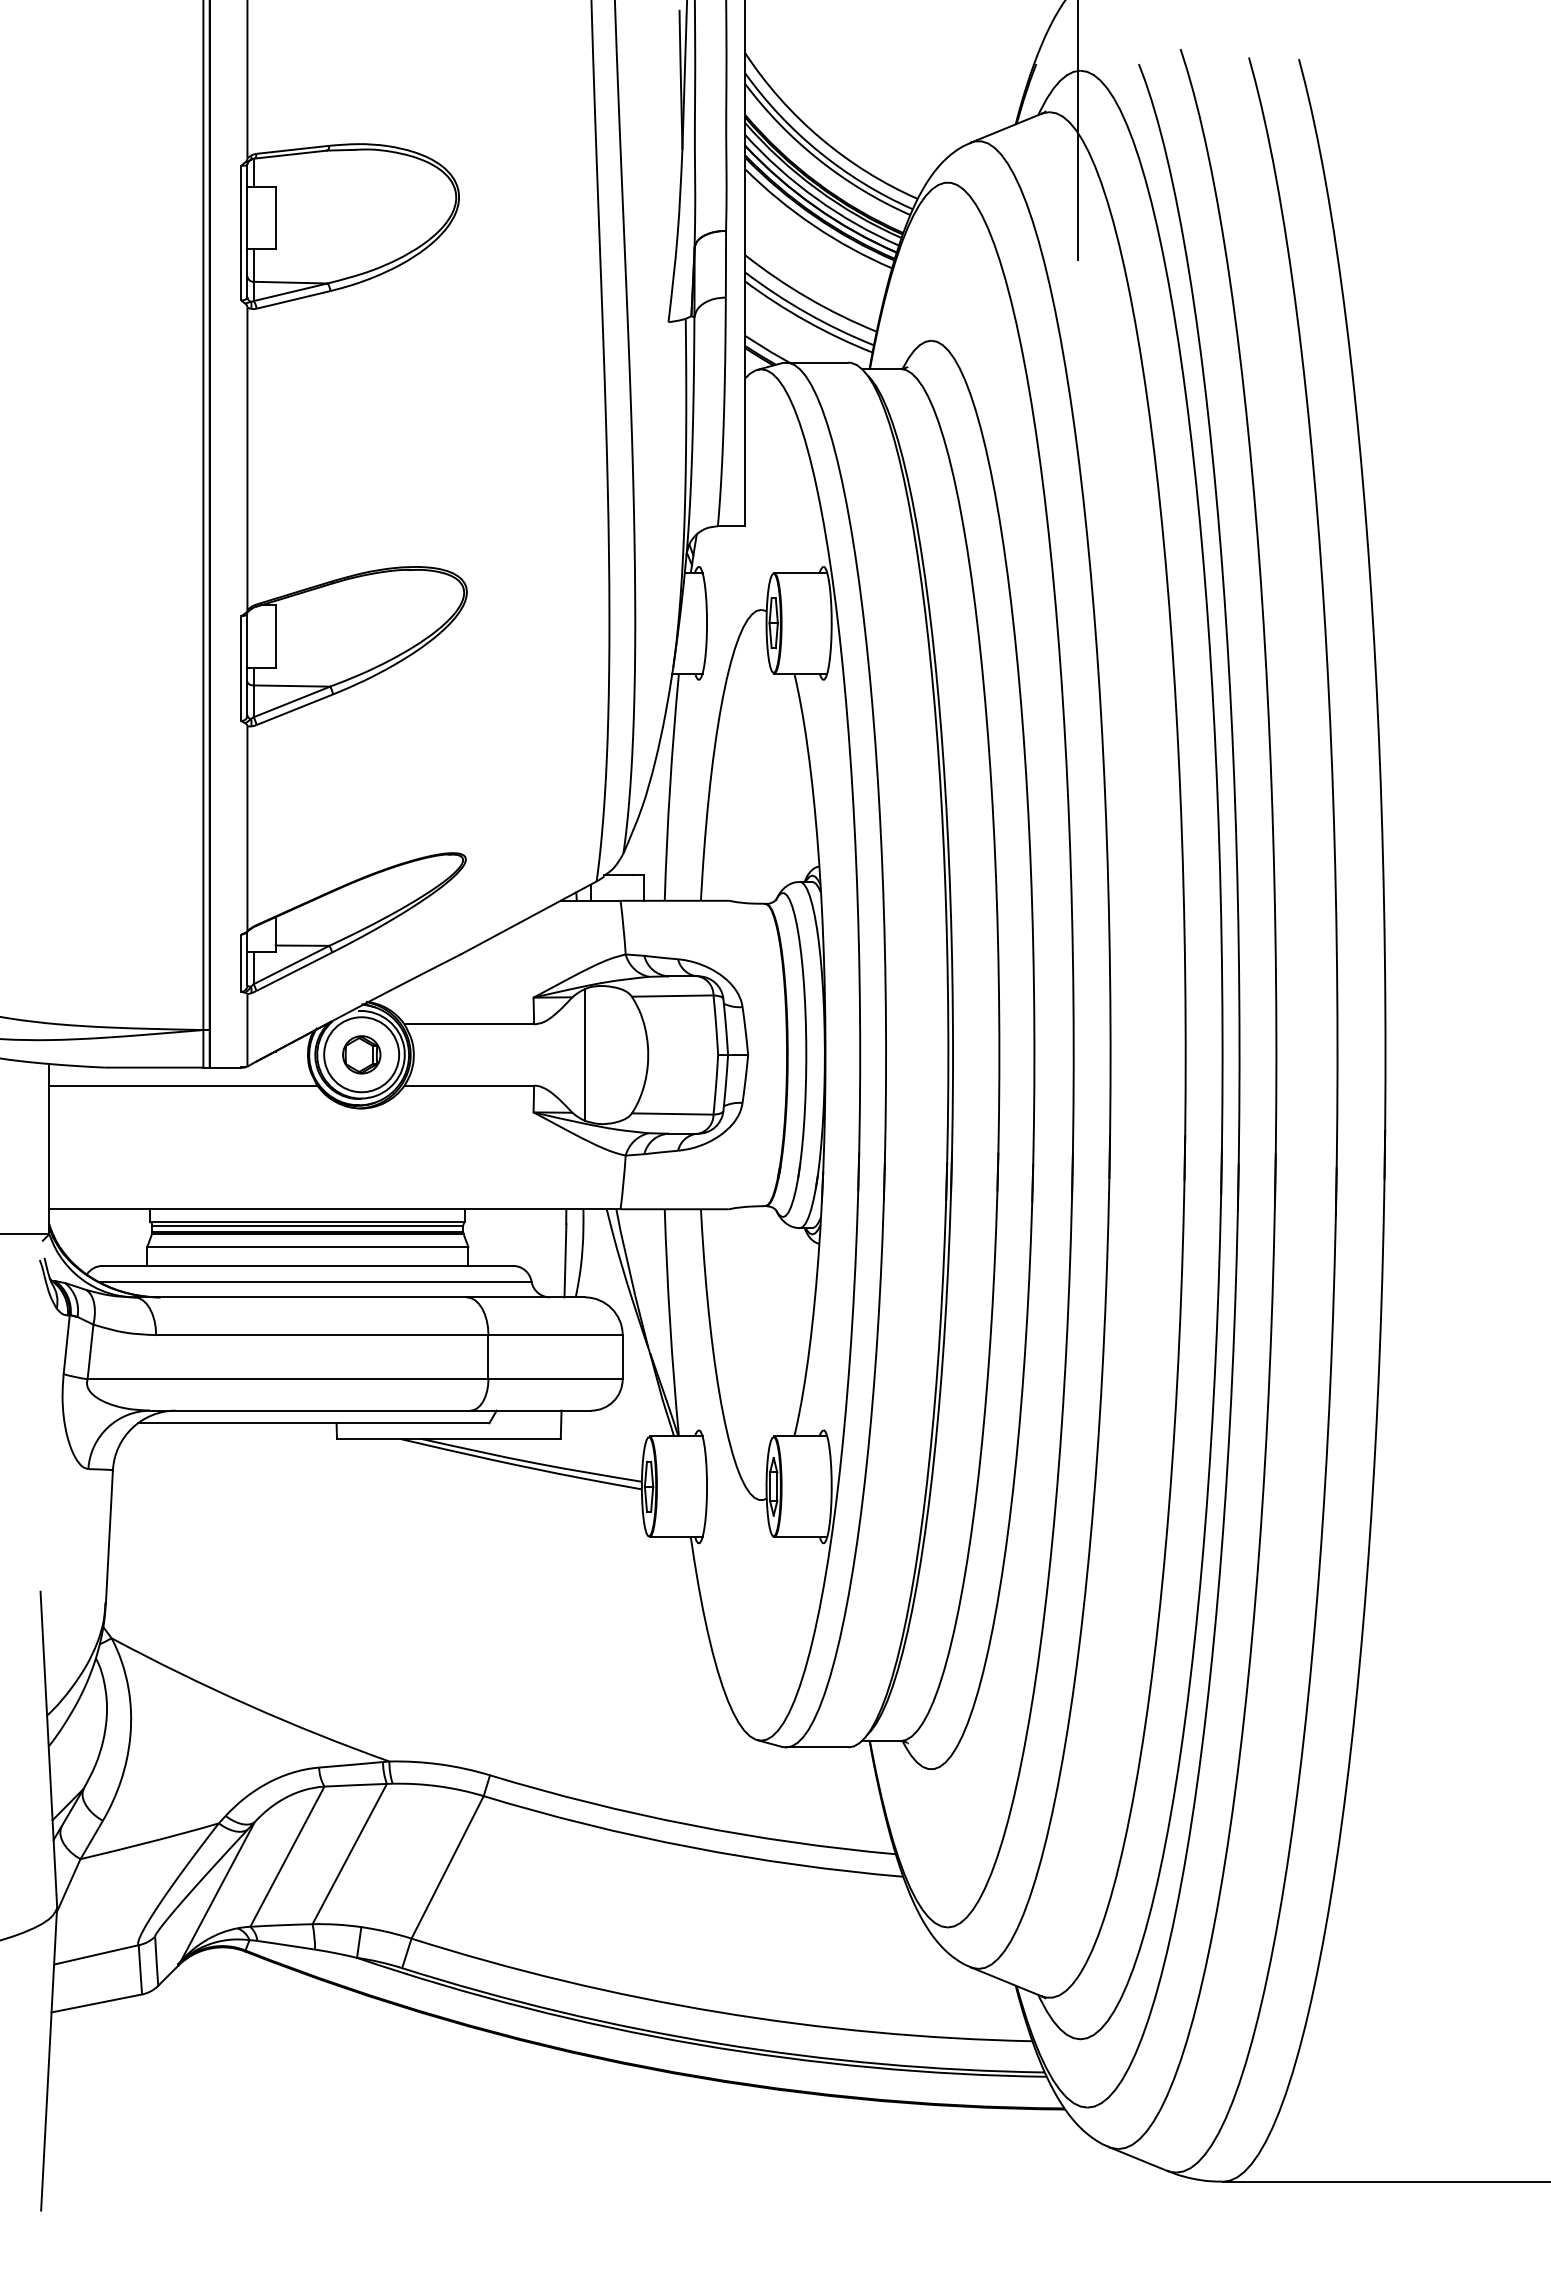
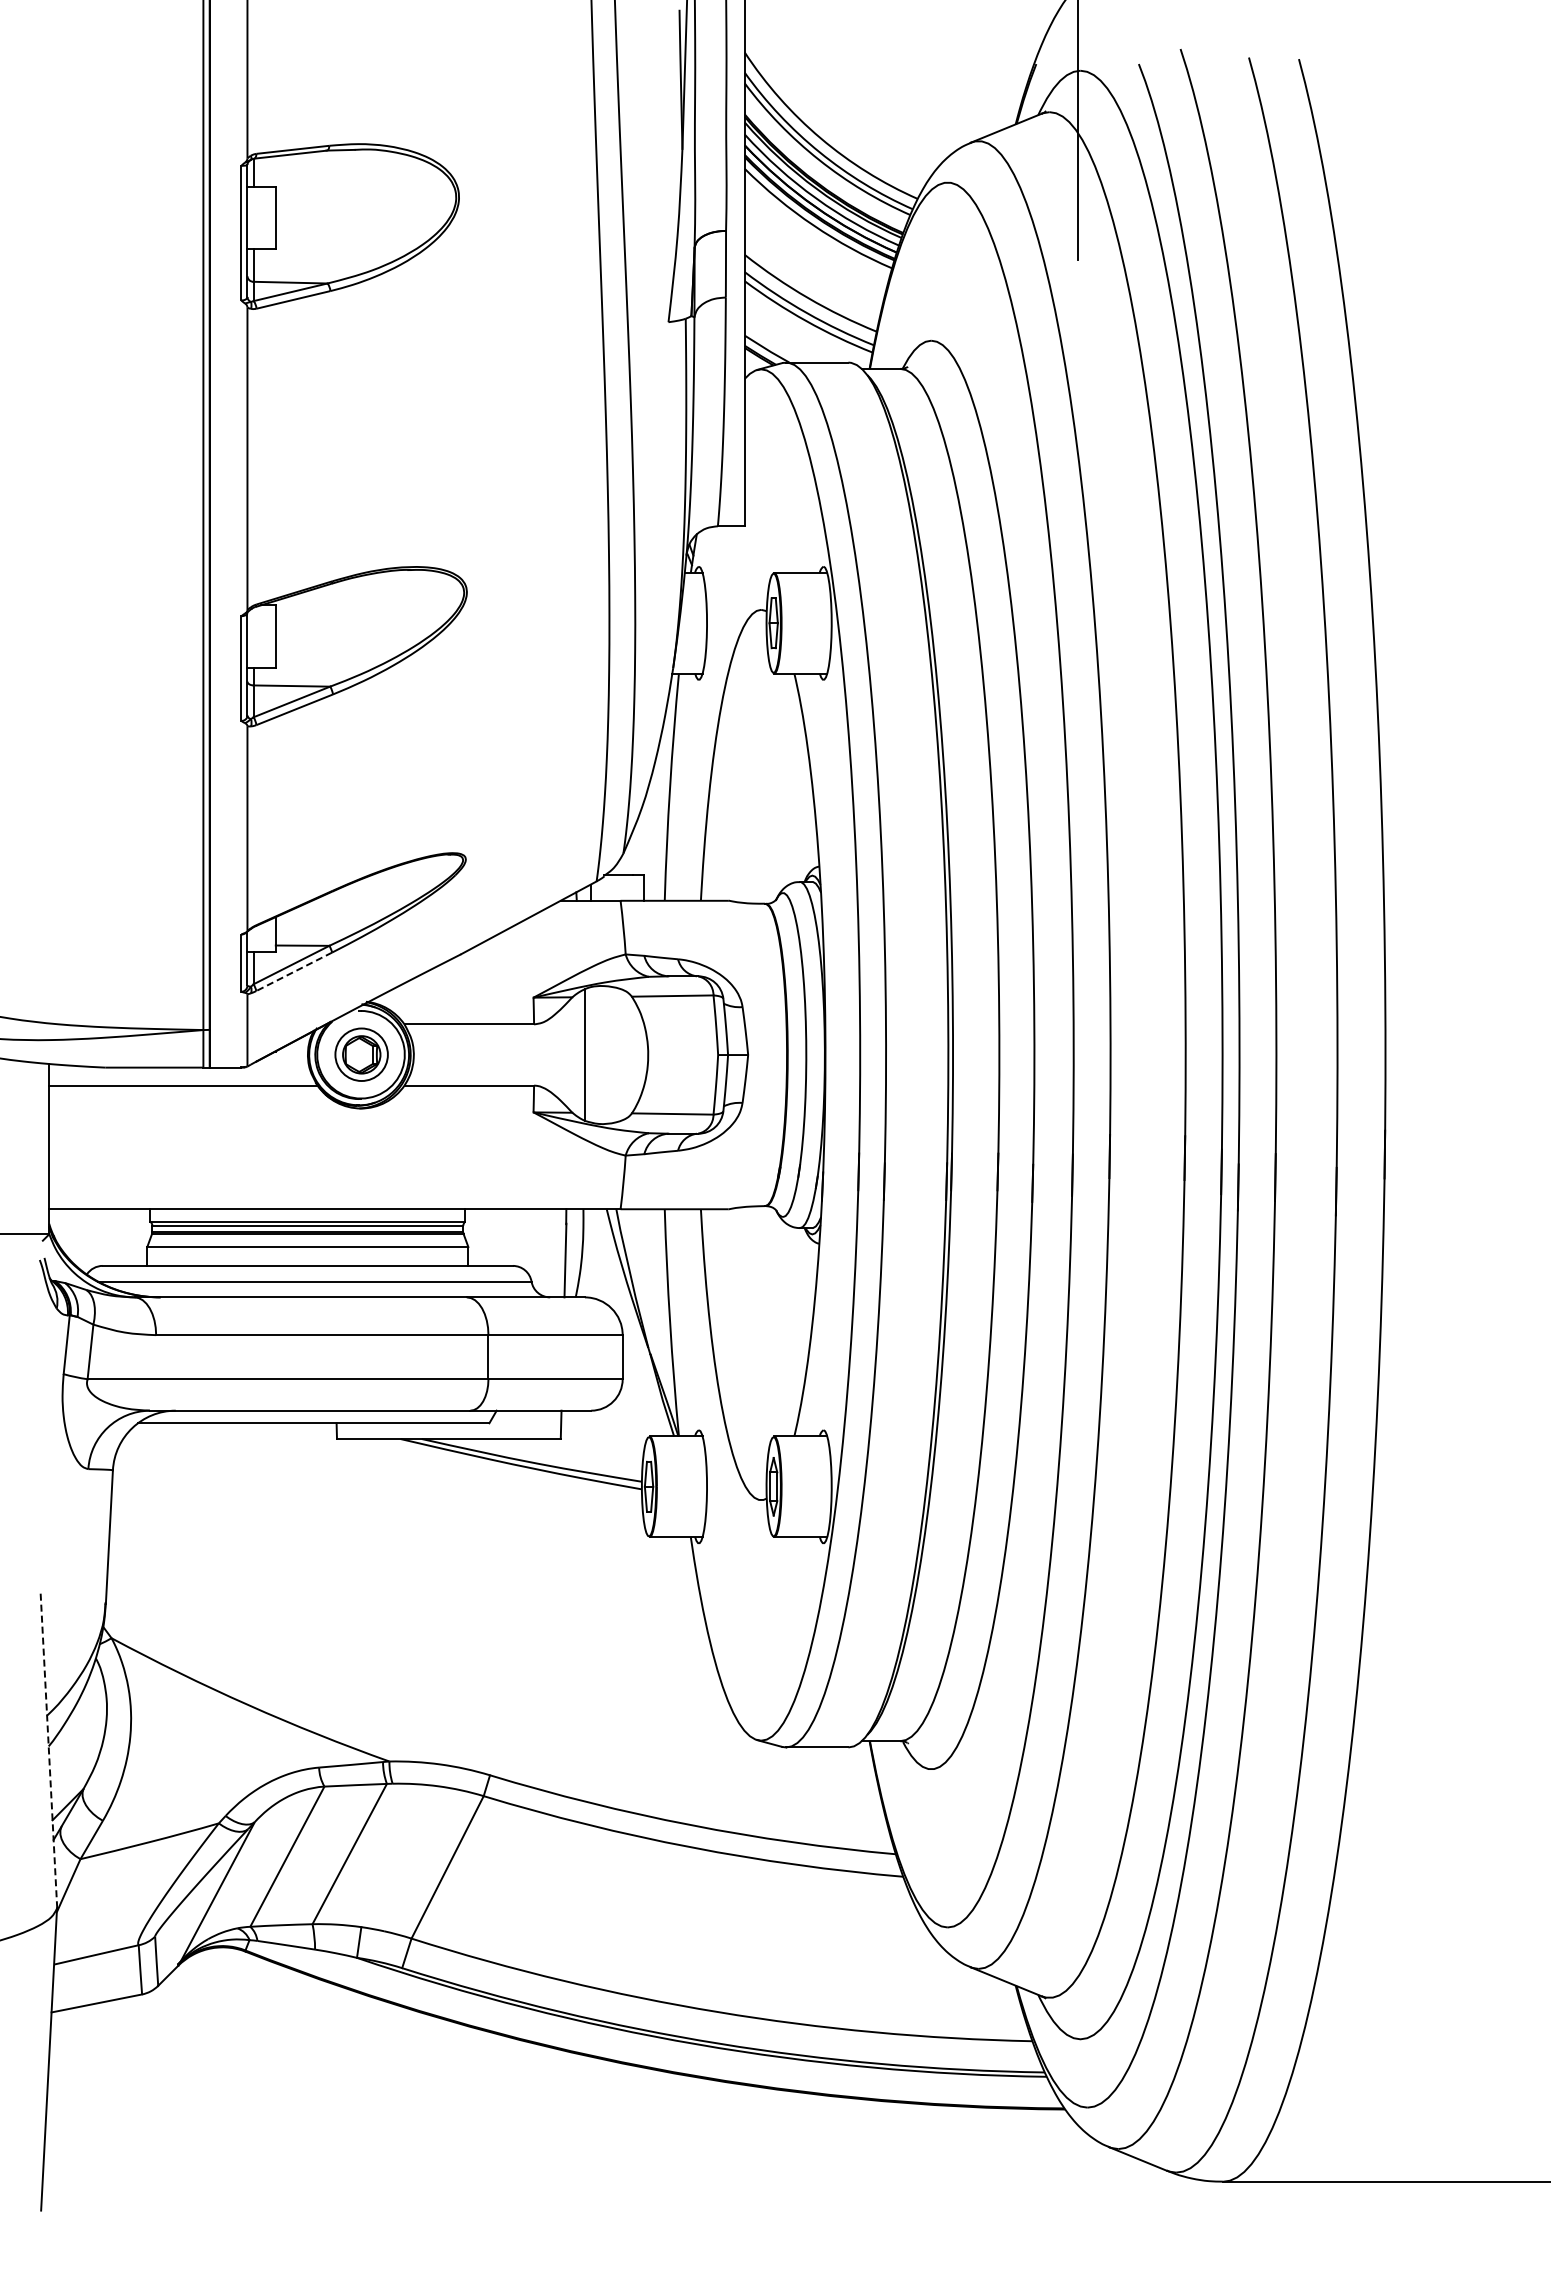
line at (294, 971): solid -> dashed
circle at (361, 1054) diameter: 75 px -> 52 px
line at (48, 1749): solid -> dashed
